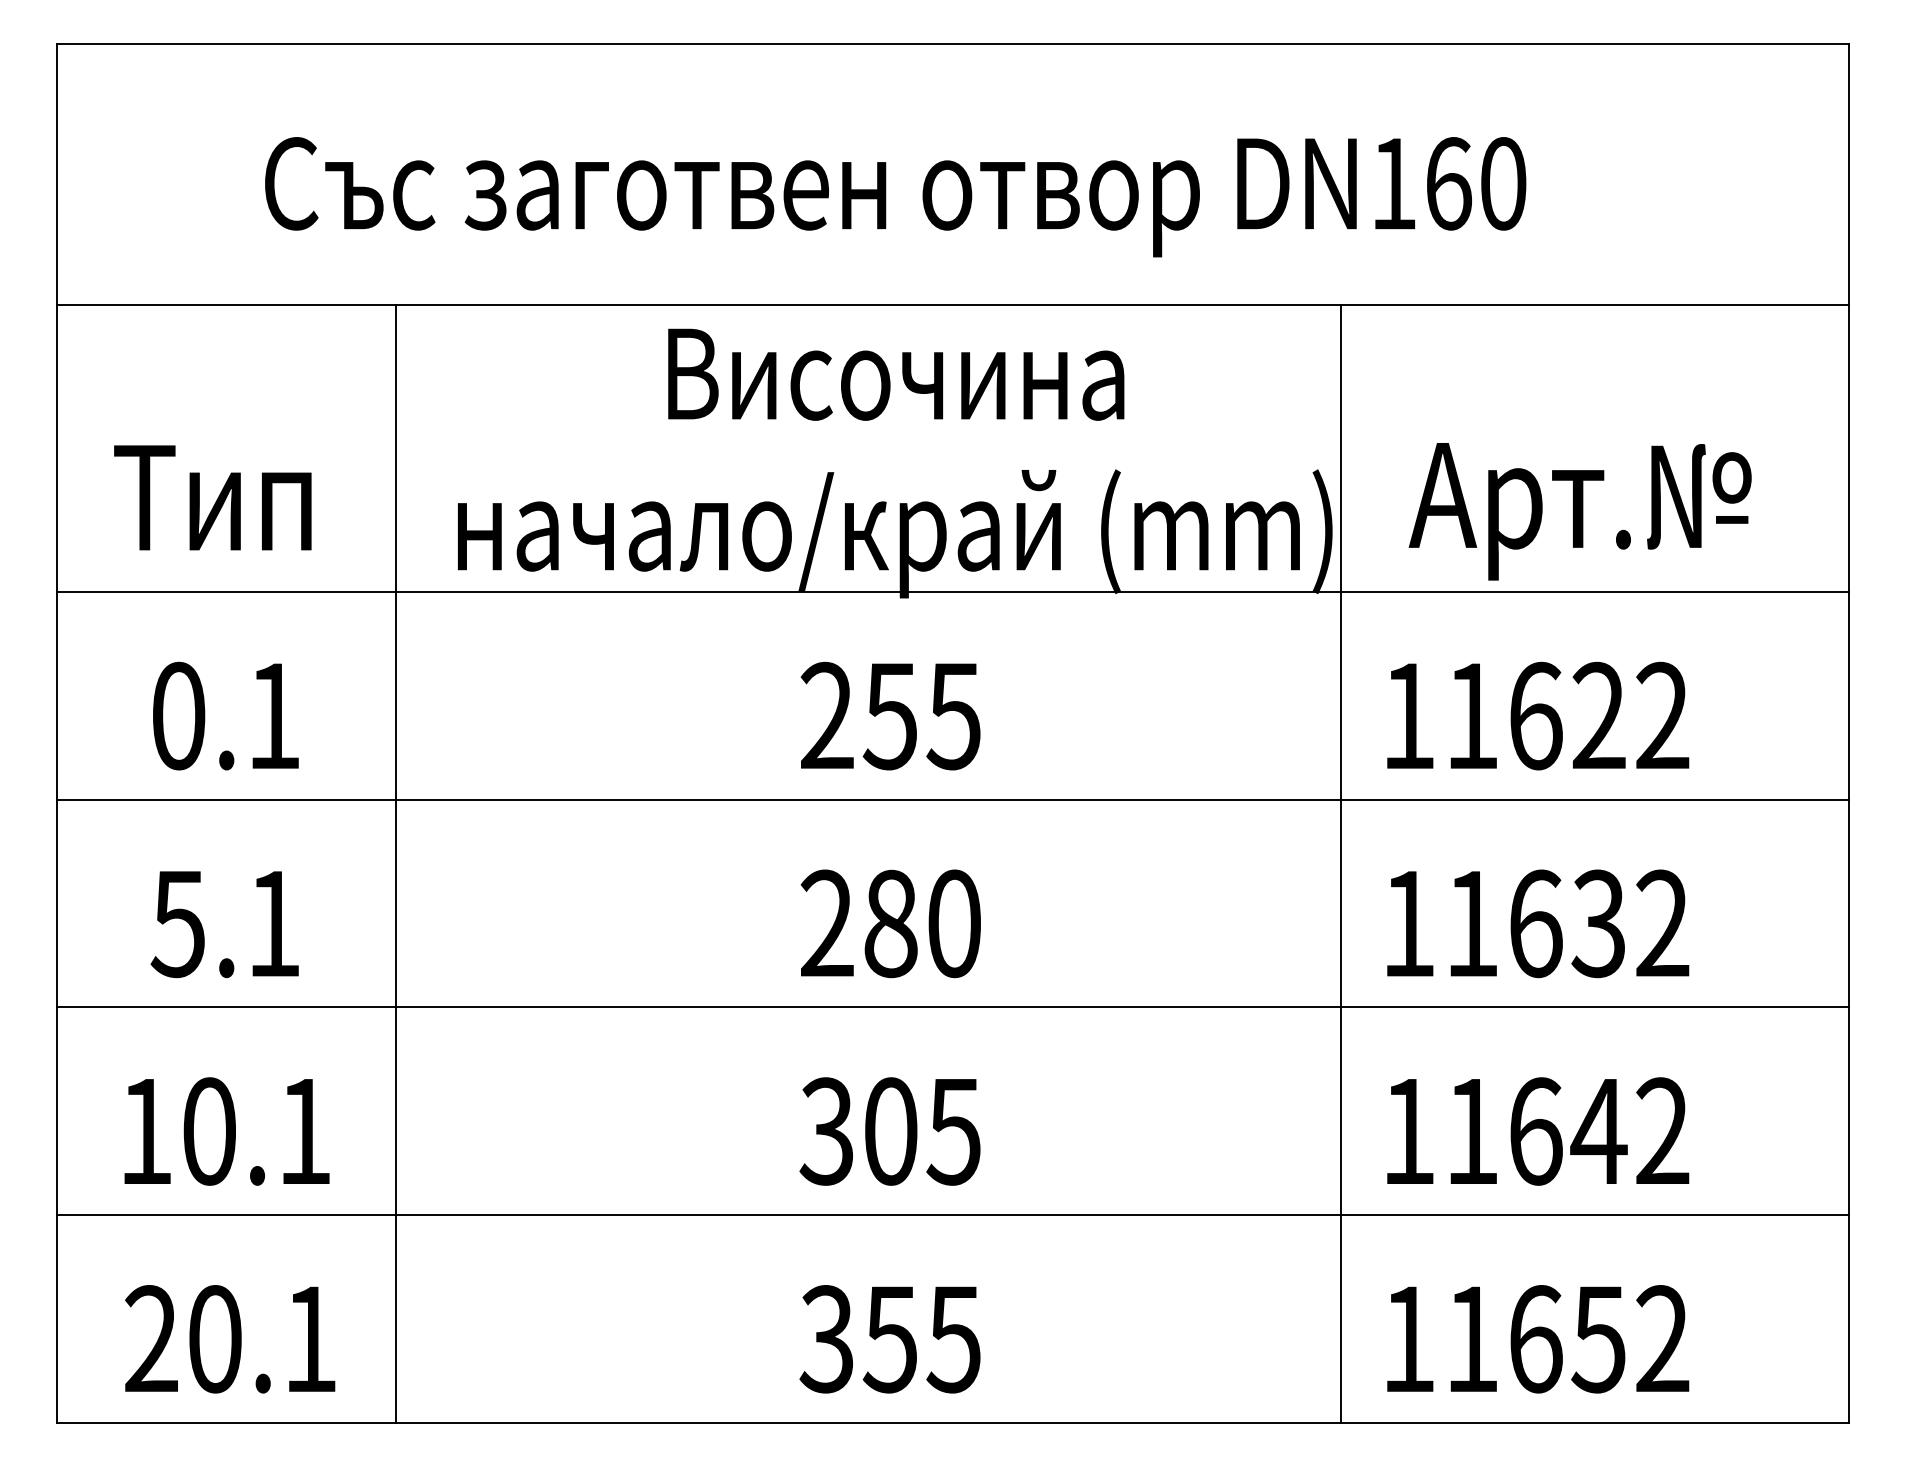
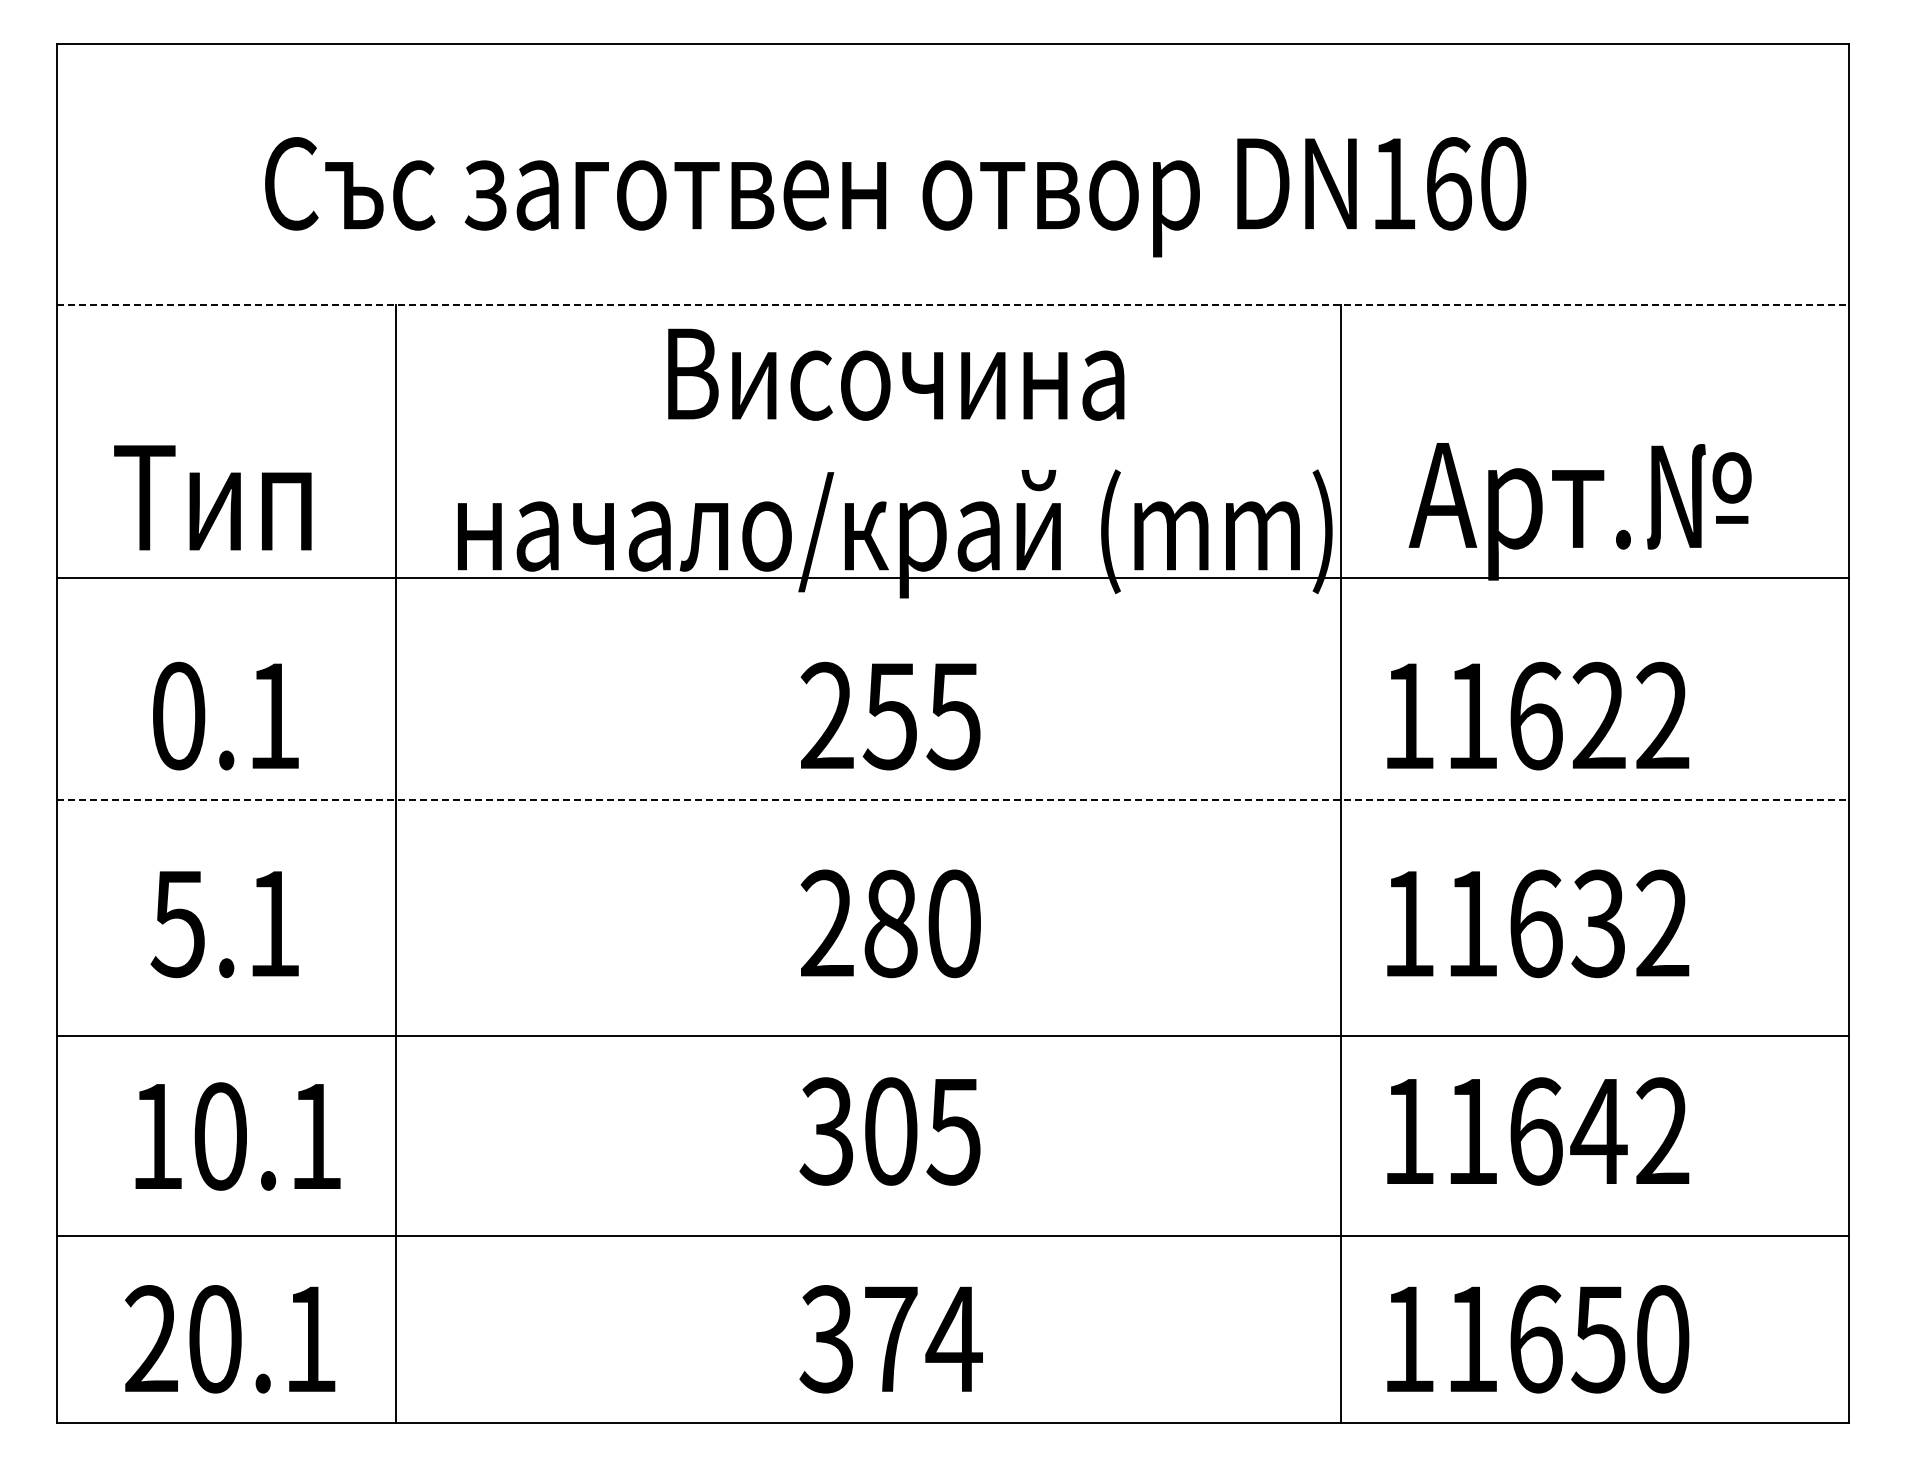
line at (953, 305): solid -> dashed
line at (952, 592) position: (952, 592) -> (952, 578)
line at (953, 799): solid -> dashed
line at (952, 1007) position: (952, 1007) -> (952, 1036)
text at (226, 1131) position: (226, 1131) -> (237, 1136)
line at (952, 1215) position: (952, 1215) -> (952, 1236)
text at (922, 1339): 355 -> 374
text at (1662, 1339): 11652 -> 11650
